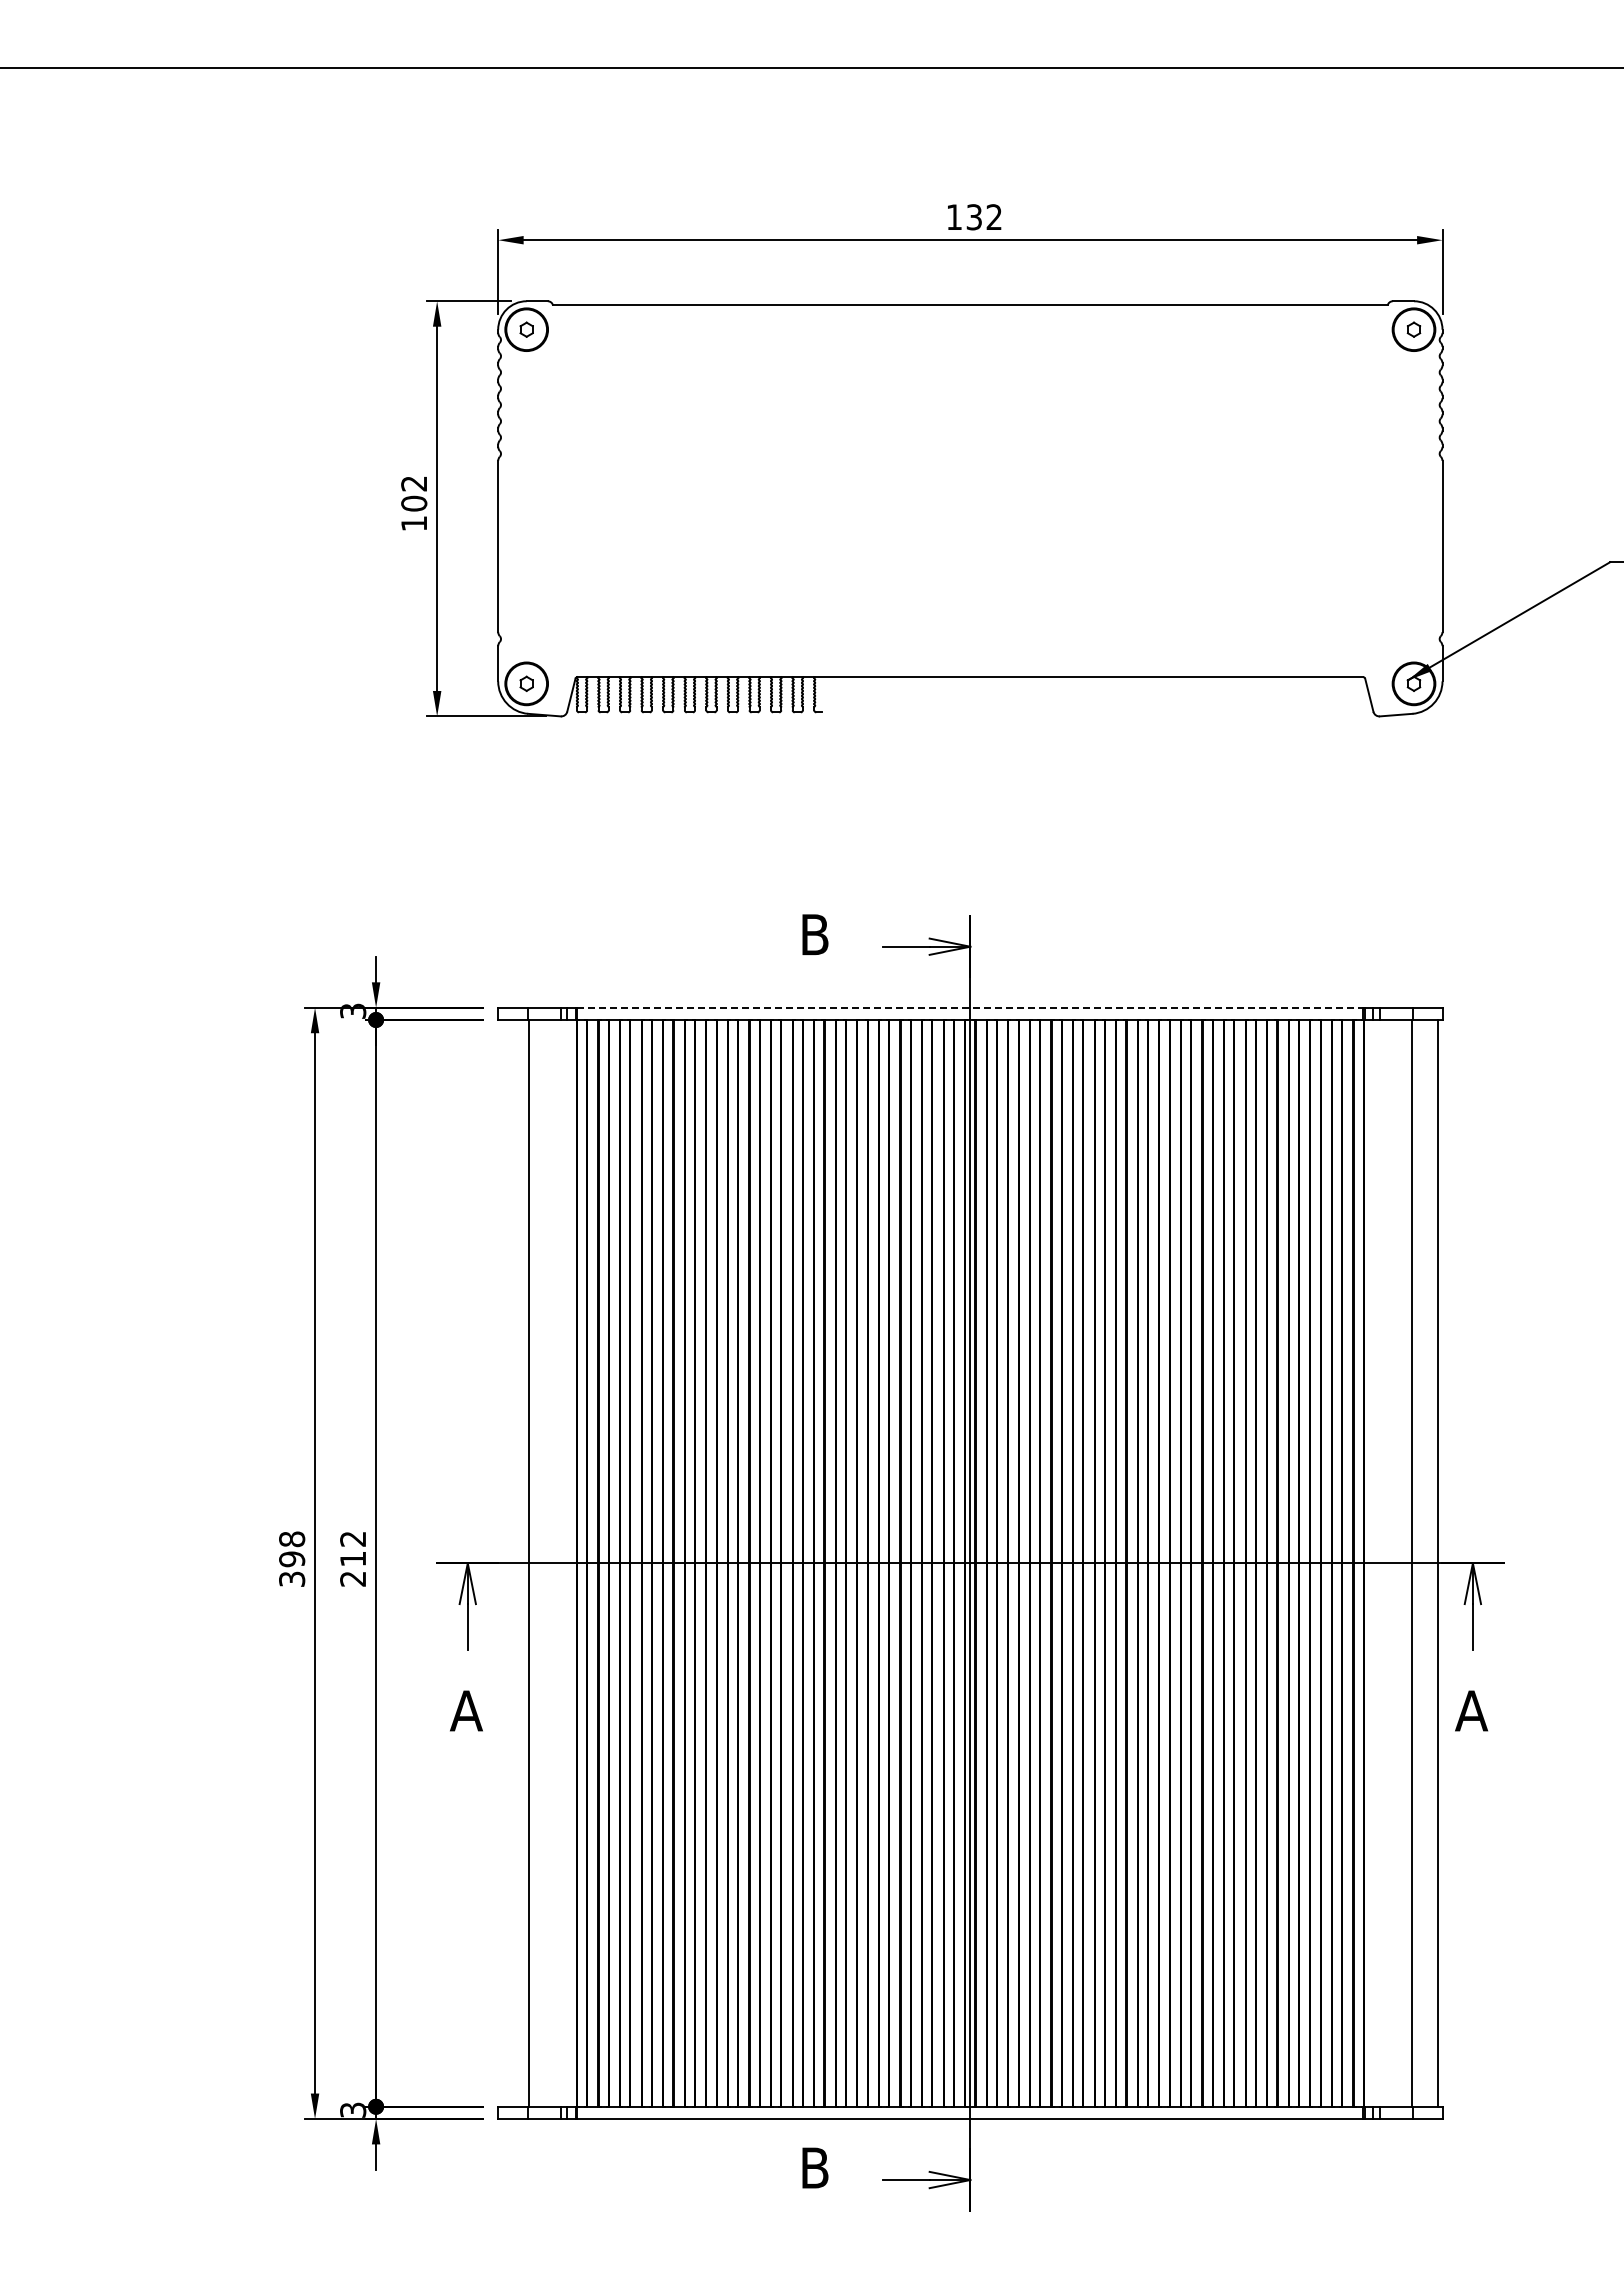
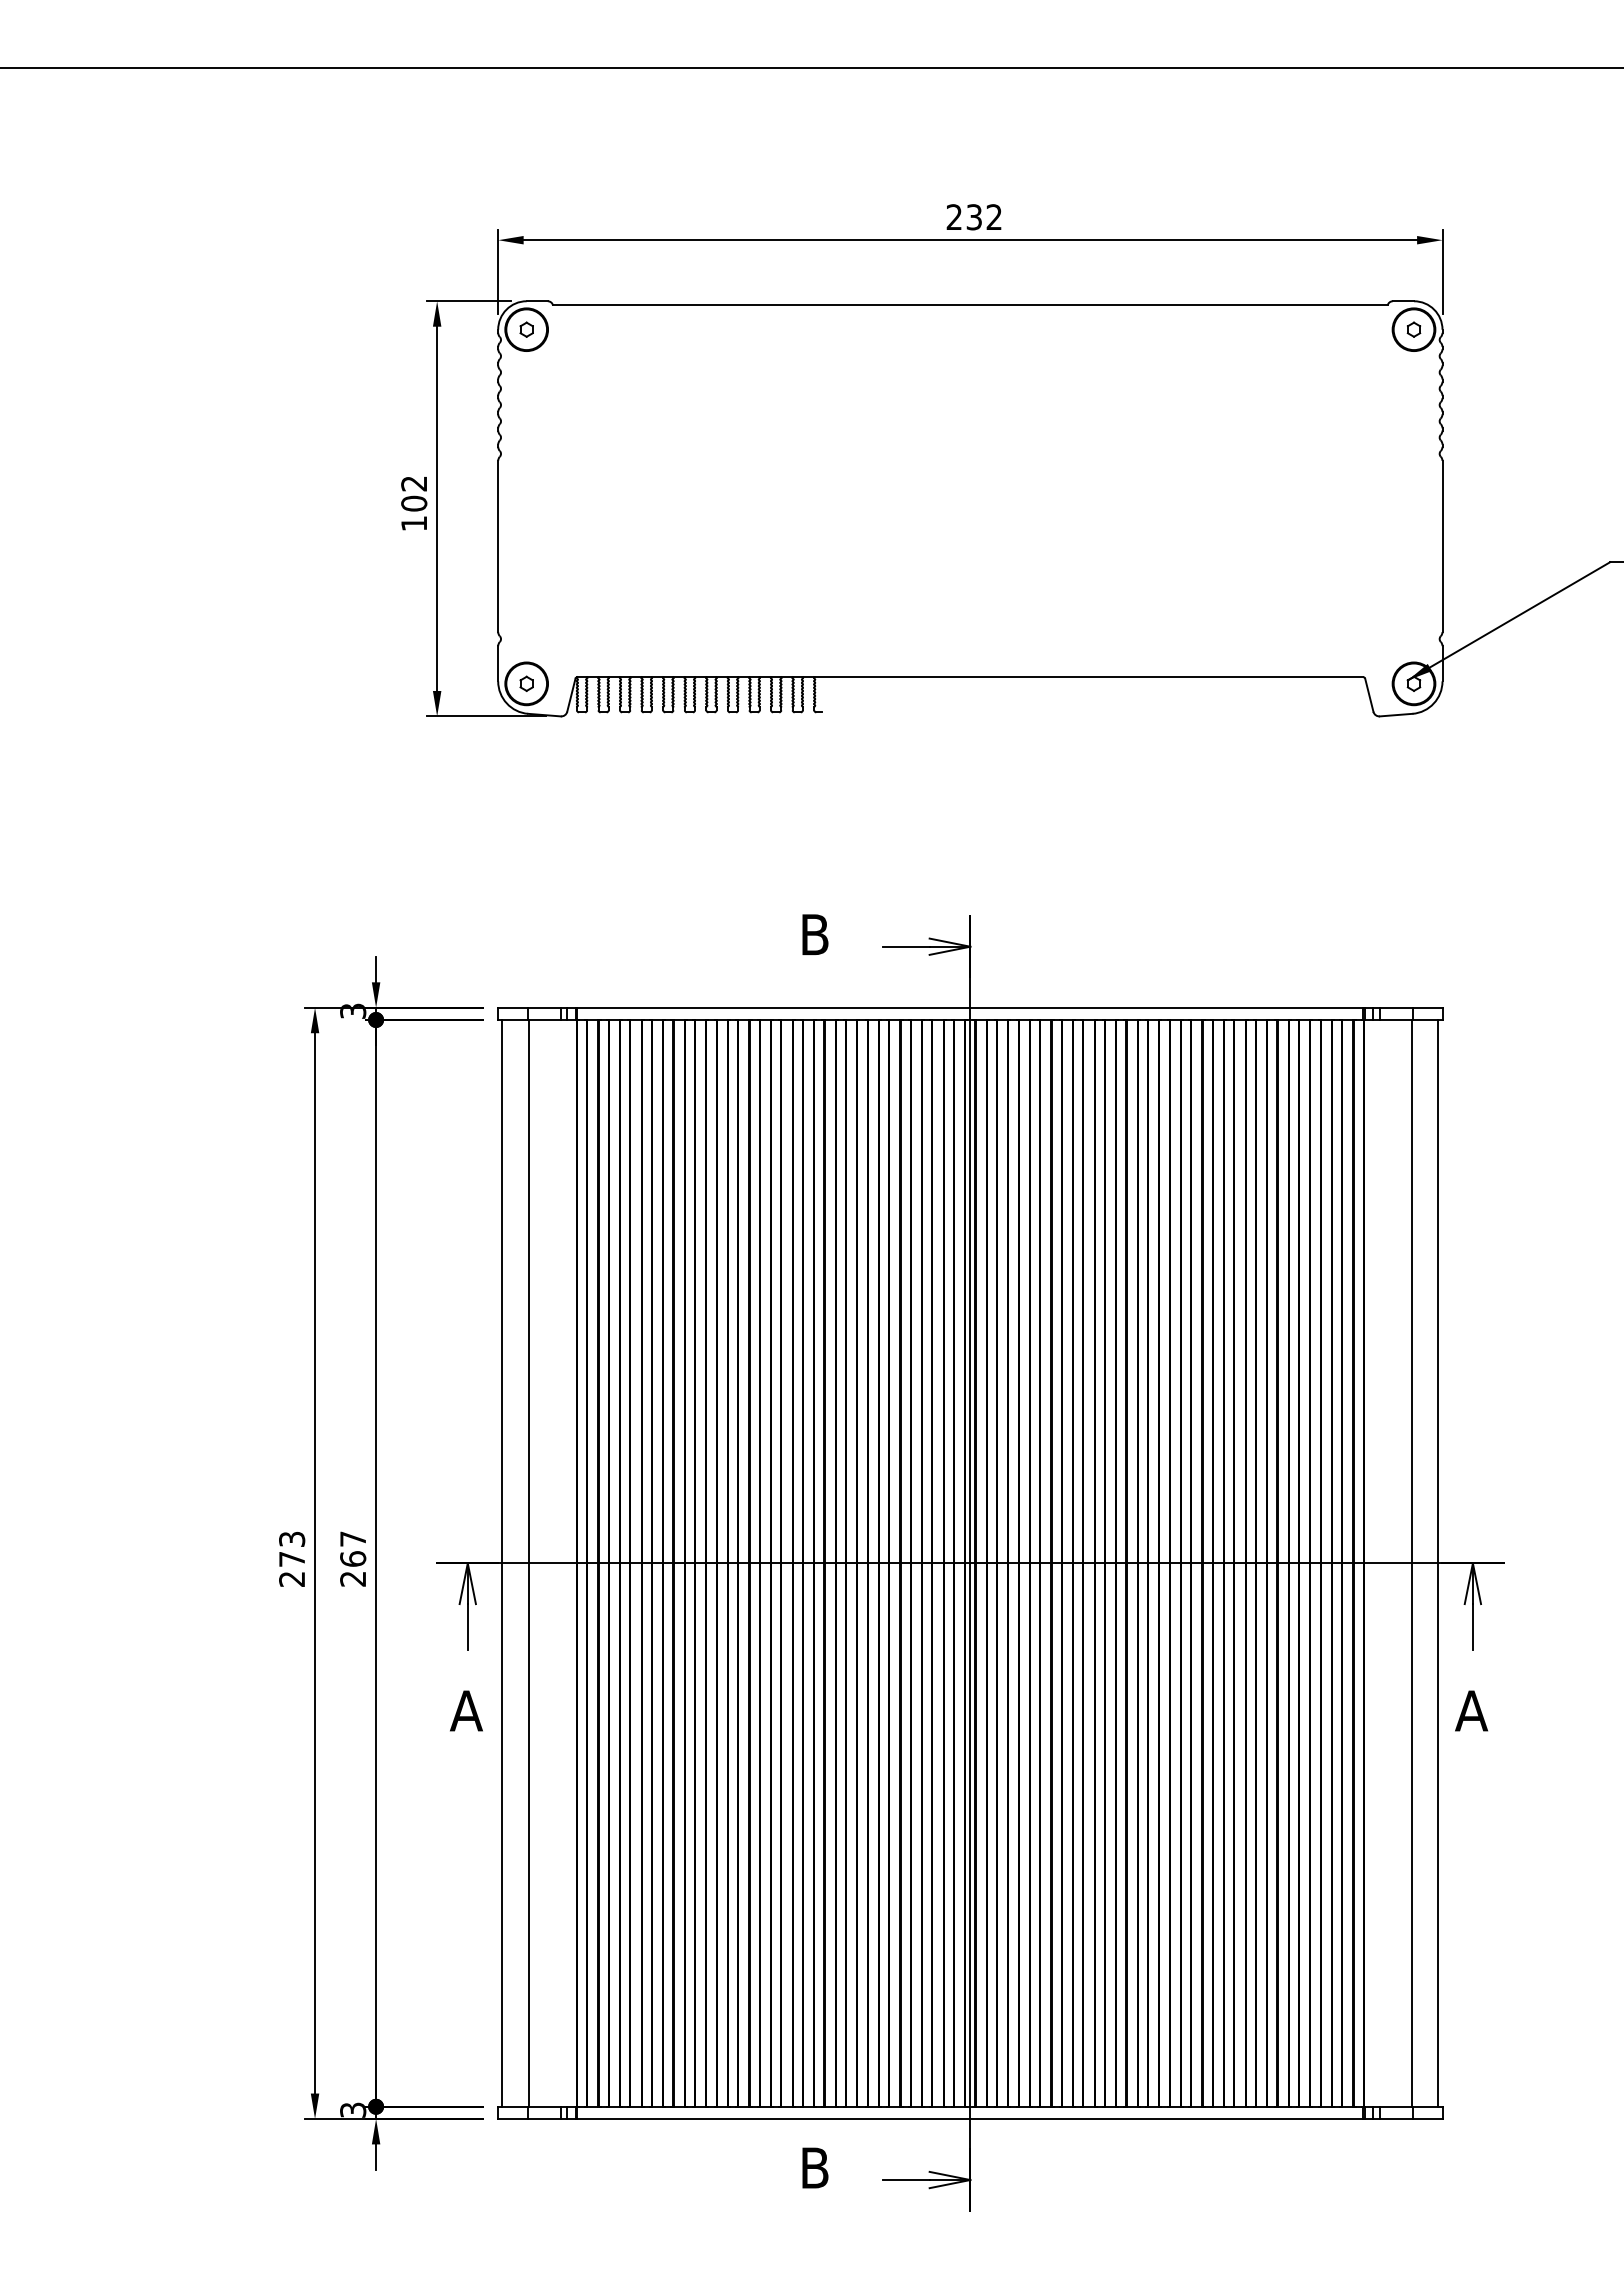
text at (953, 216): 132 -> 232
line at (970, 1007): dashed -> solid
text at (353, 1548): 212 -> 267
text at (292, 1558): 398 -> 273
line at (502, 1563): none -> present
